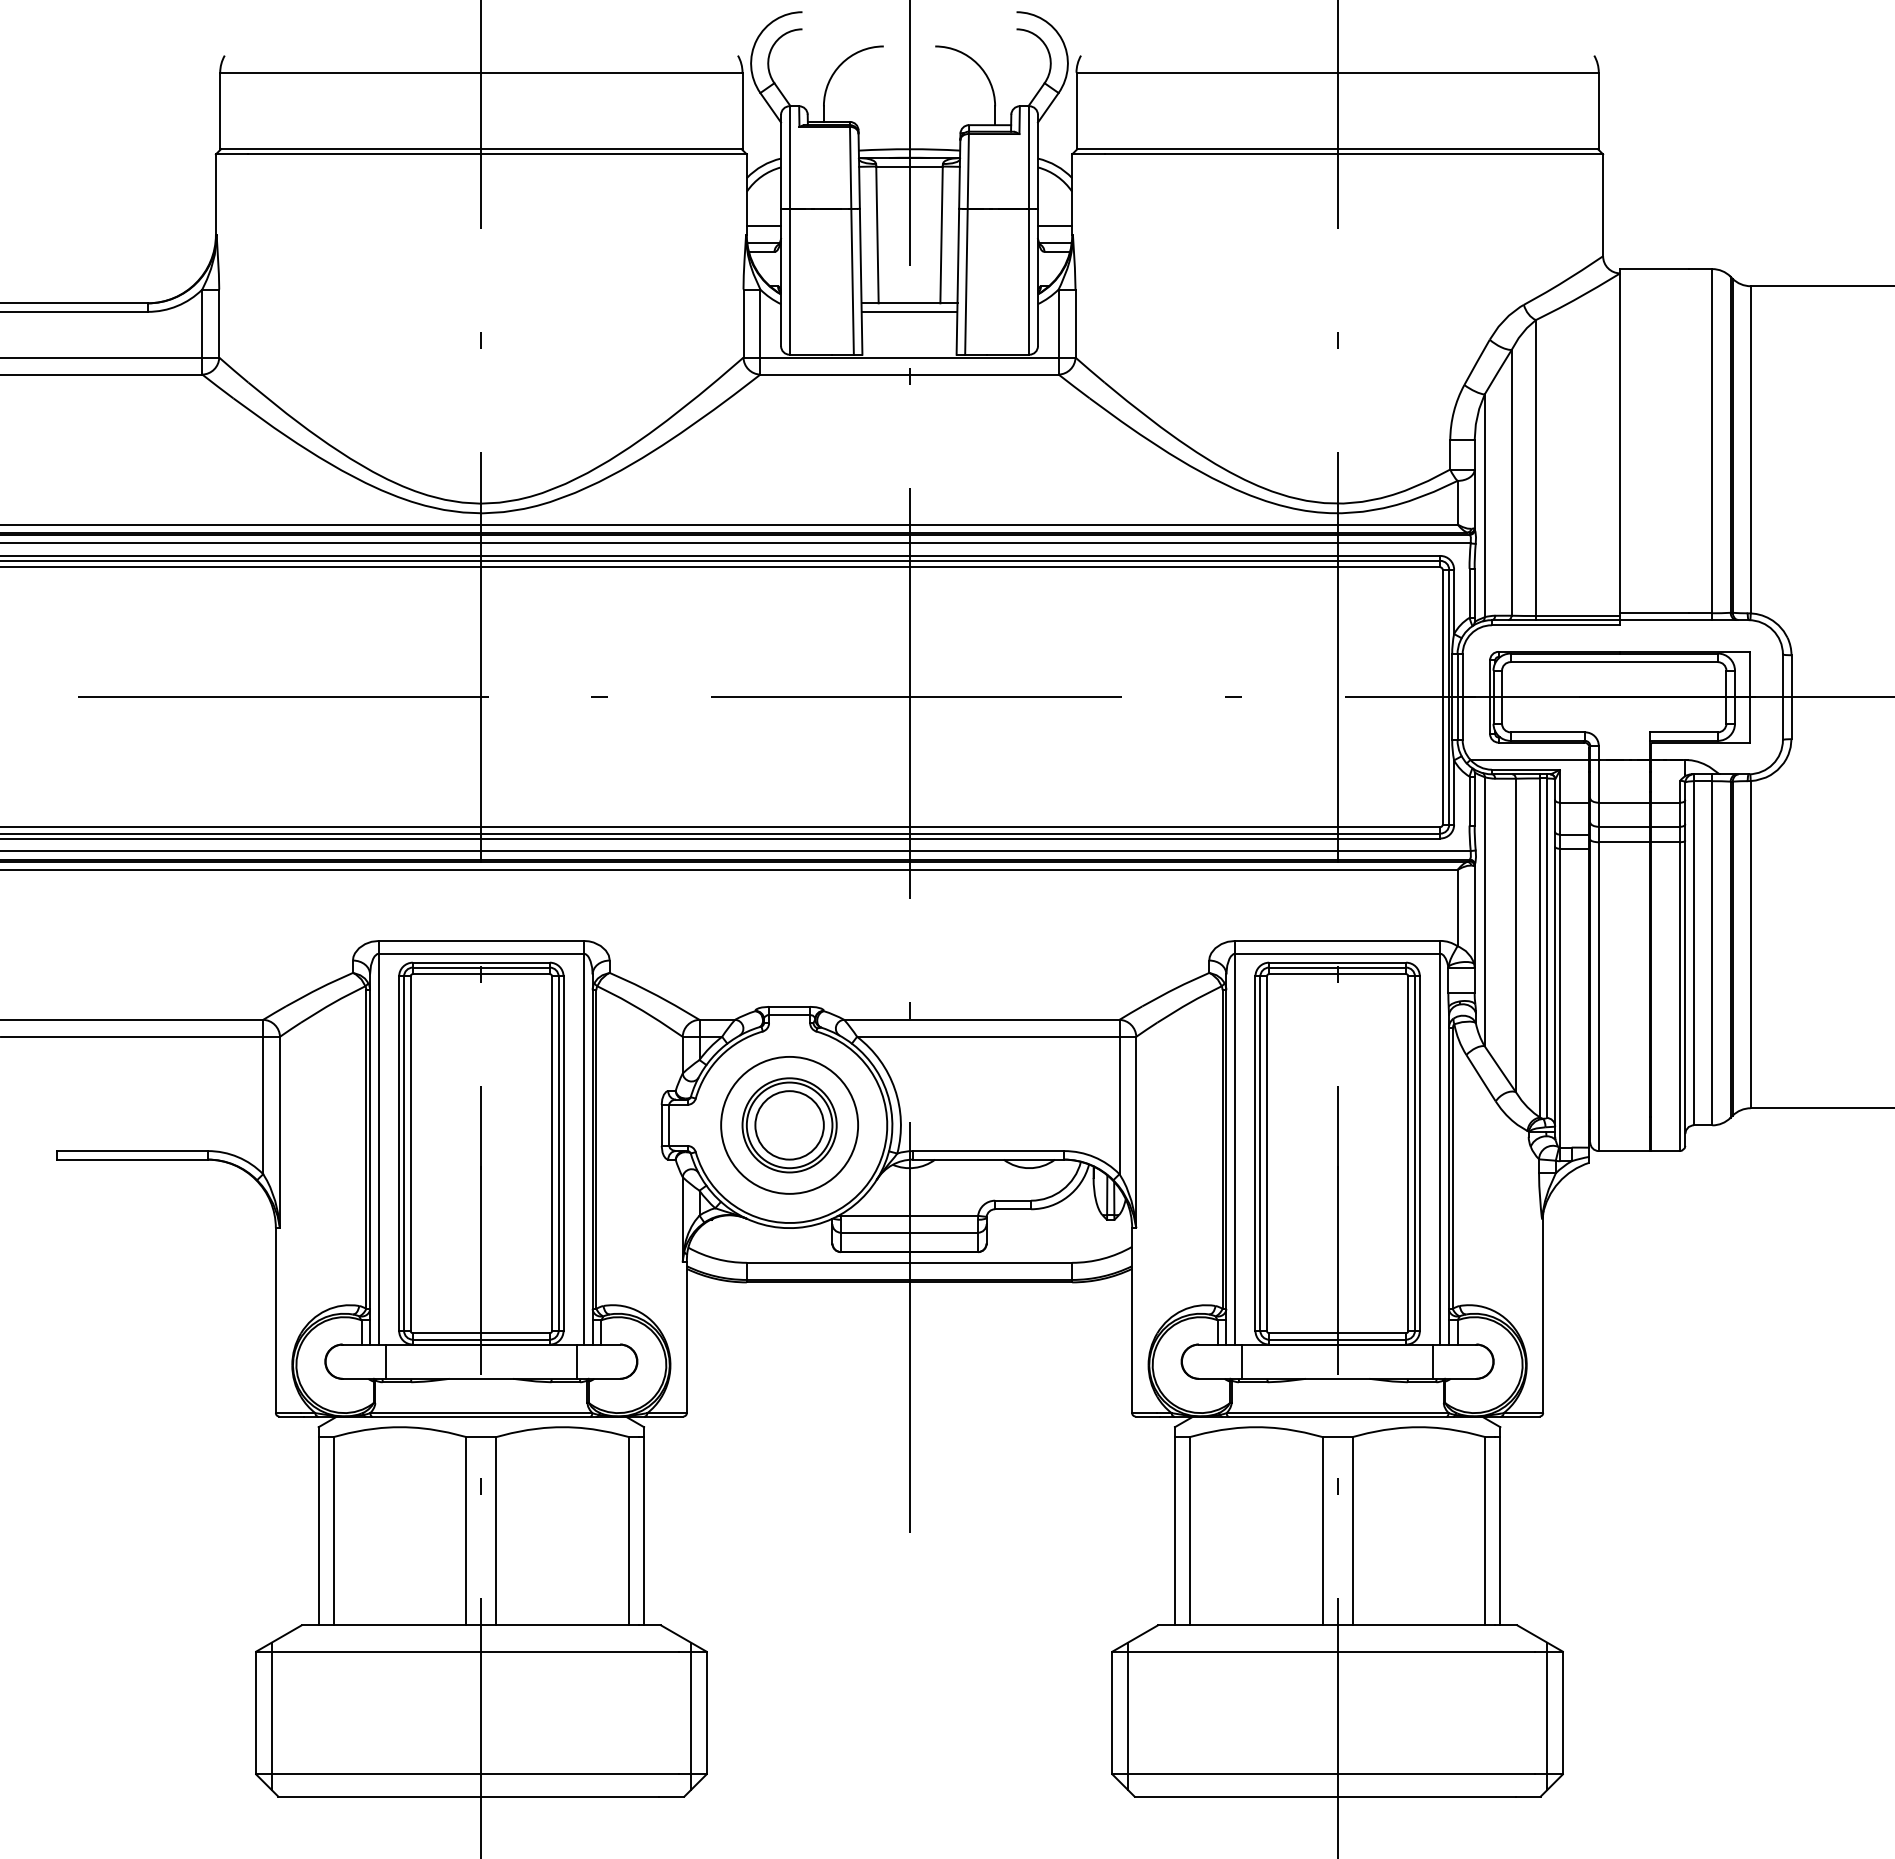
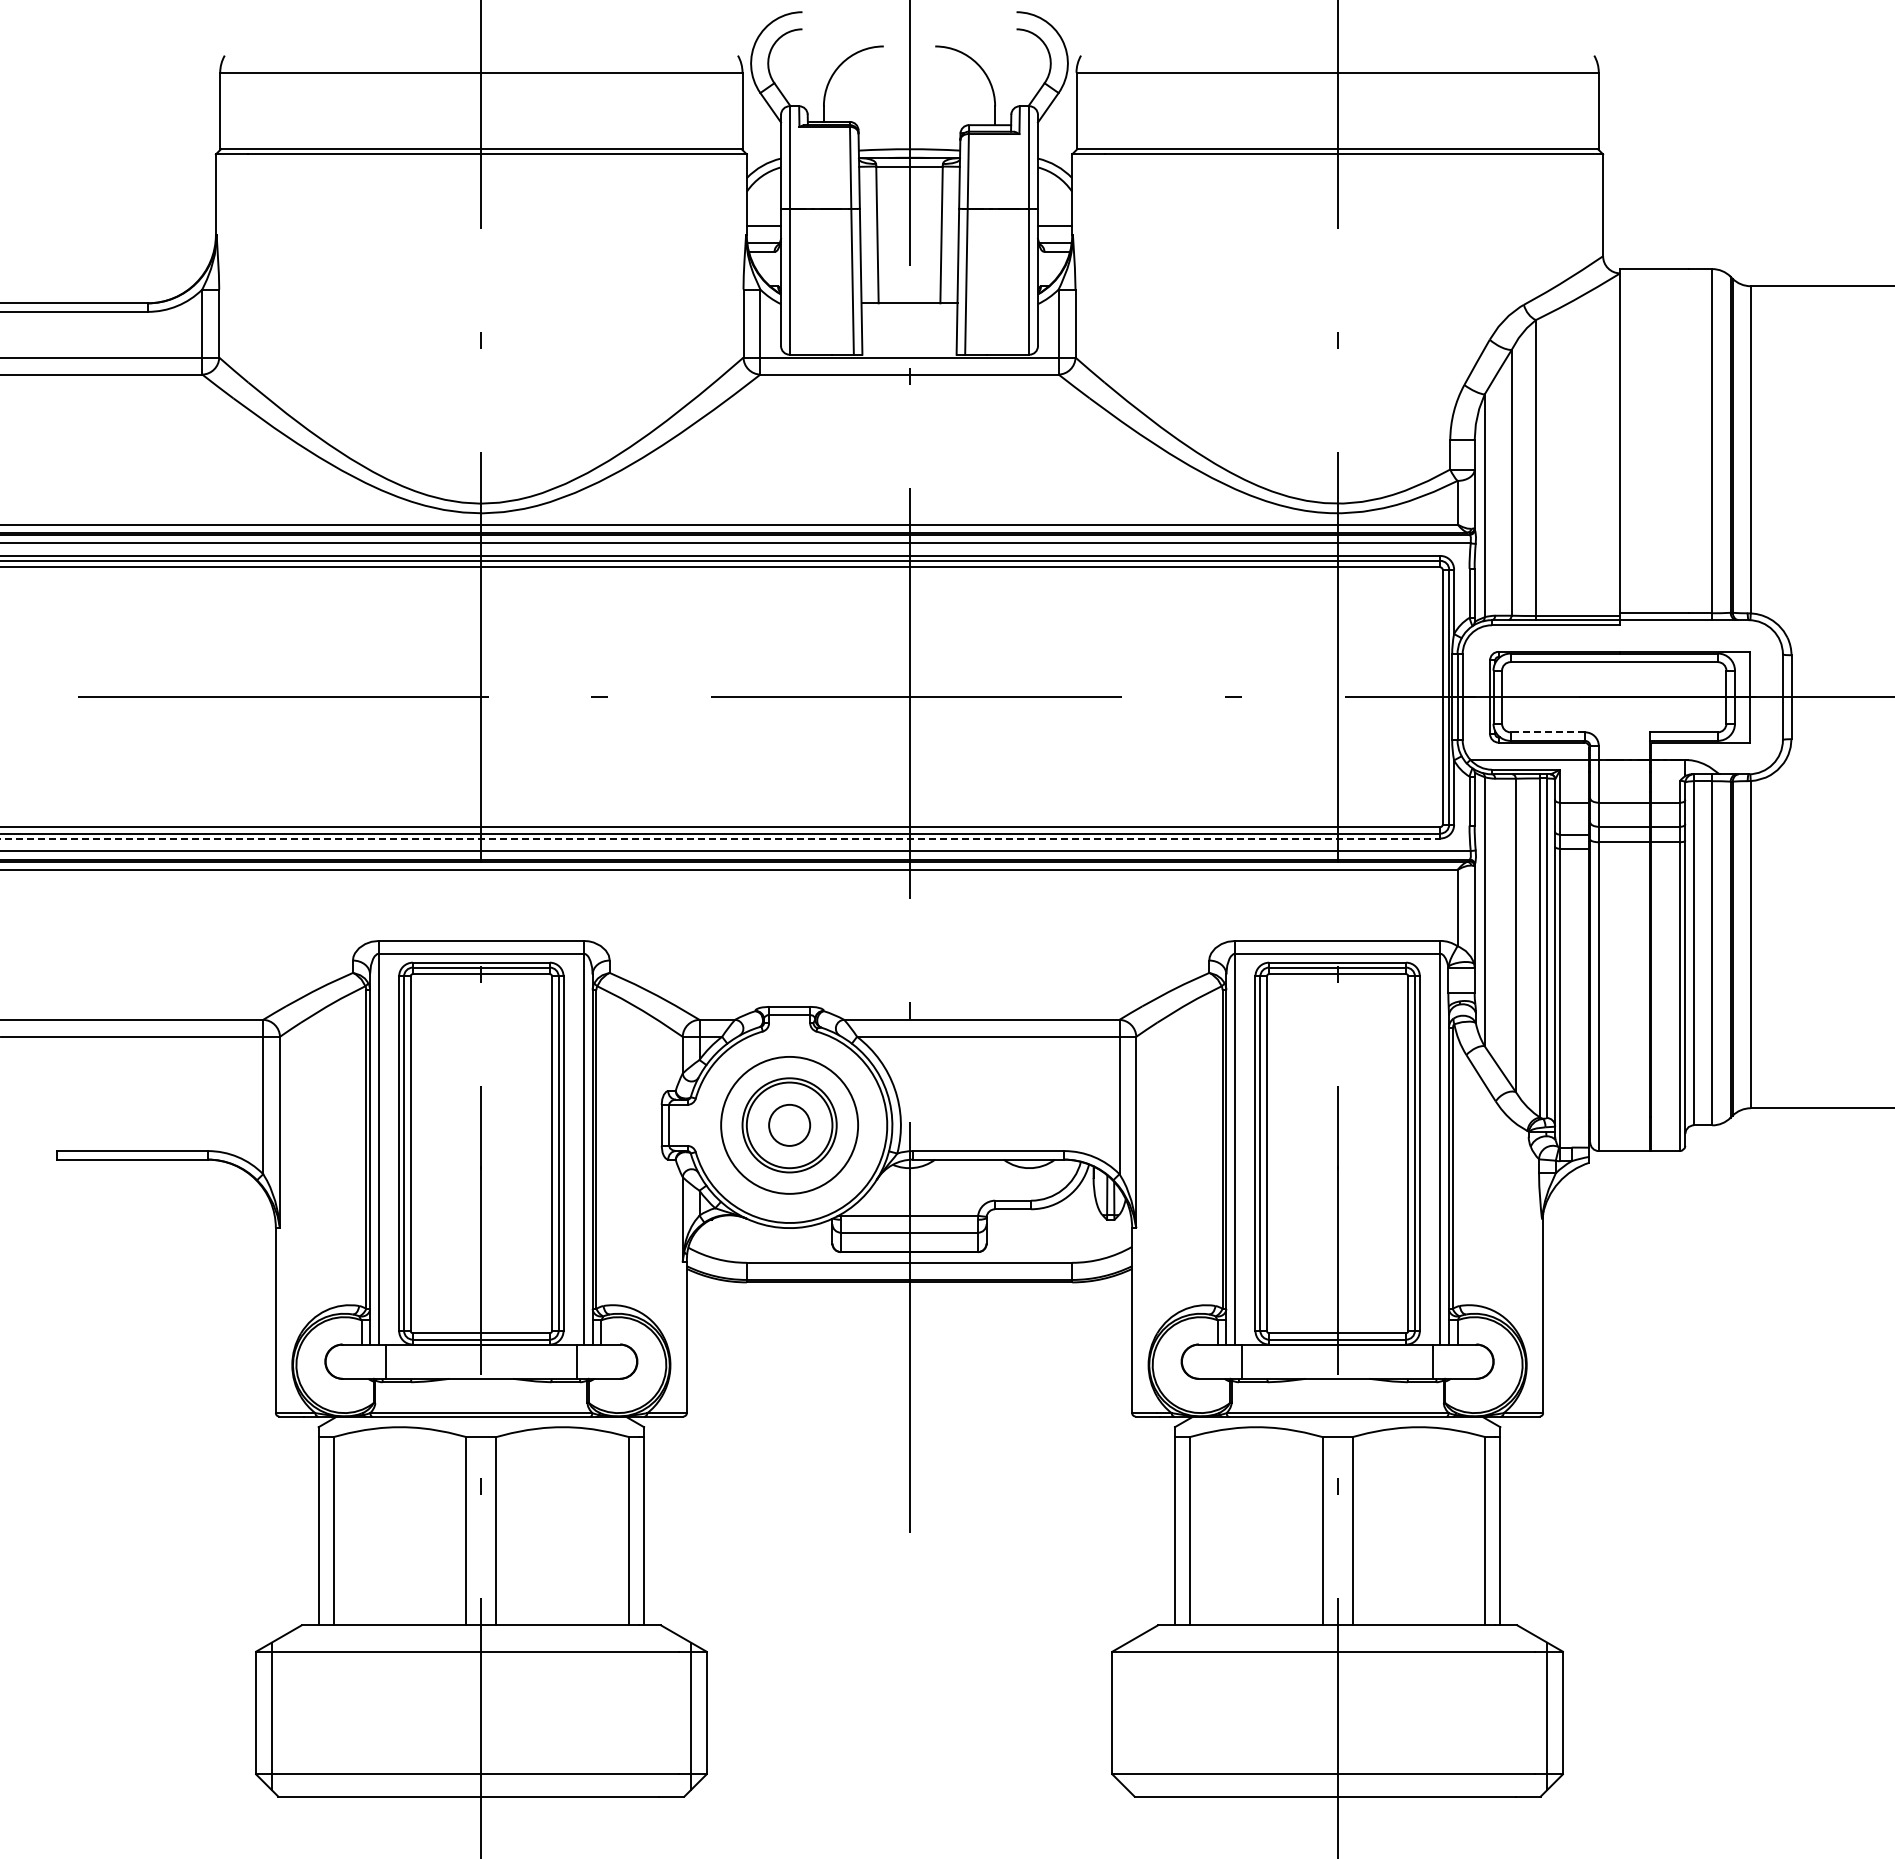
line at (909, 311): present -> none
line at (1547, 732): solid -> dashed
line at (720, 838): solid -> dashed
circle at (789, 1125) diameter: 69 px -> 41 px
line at (1127, 1715): present -> none
